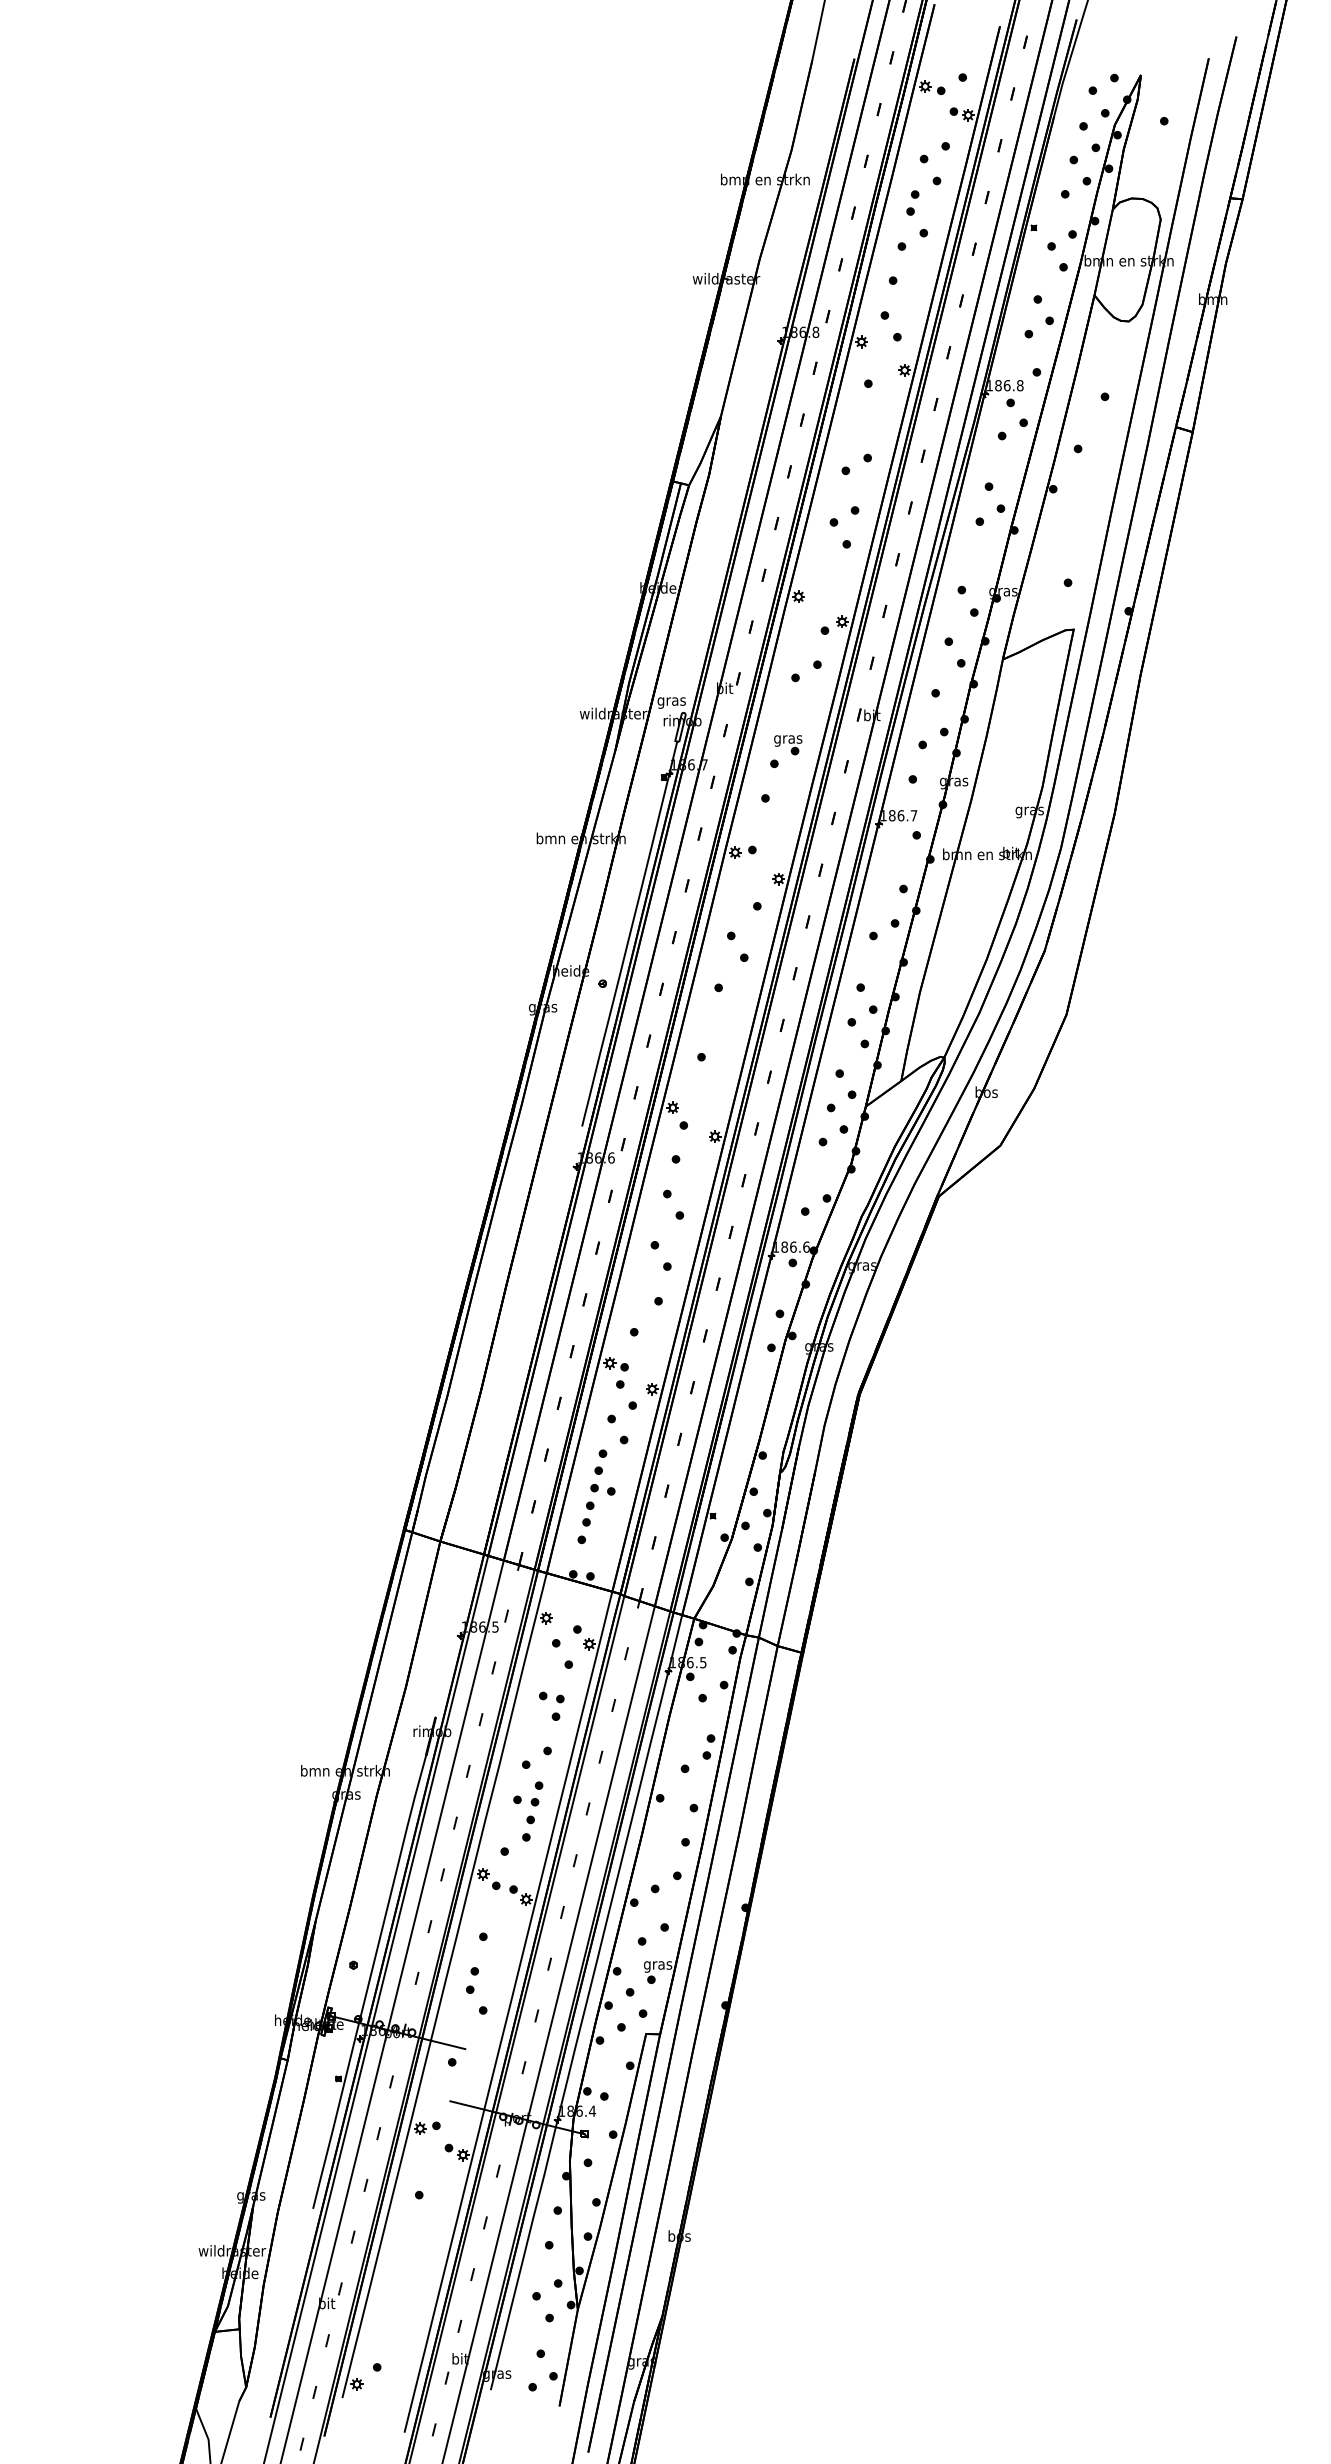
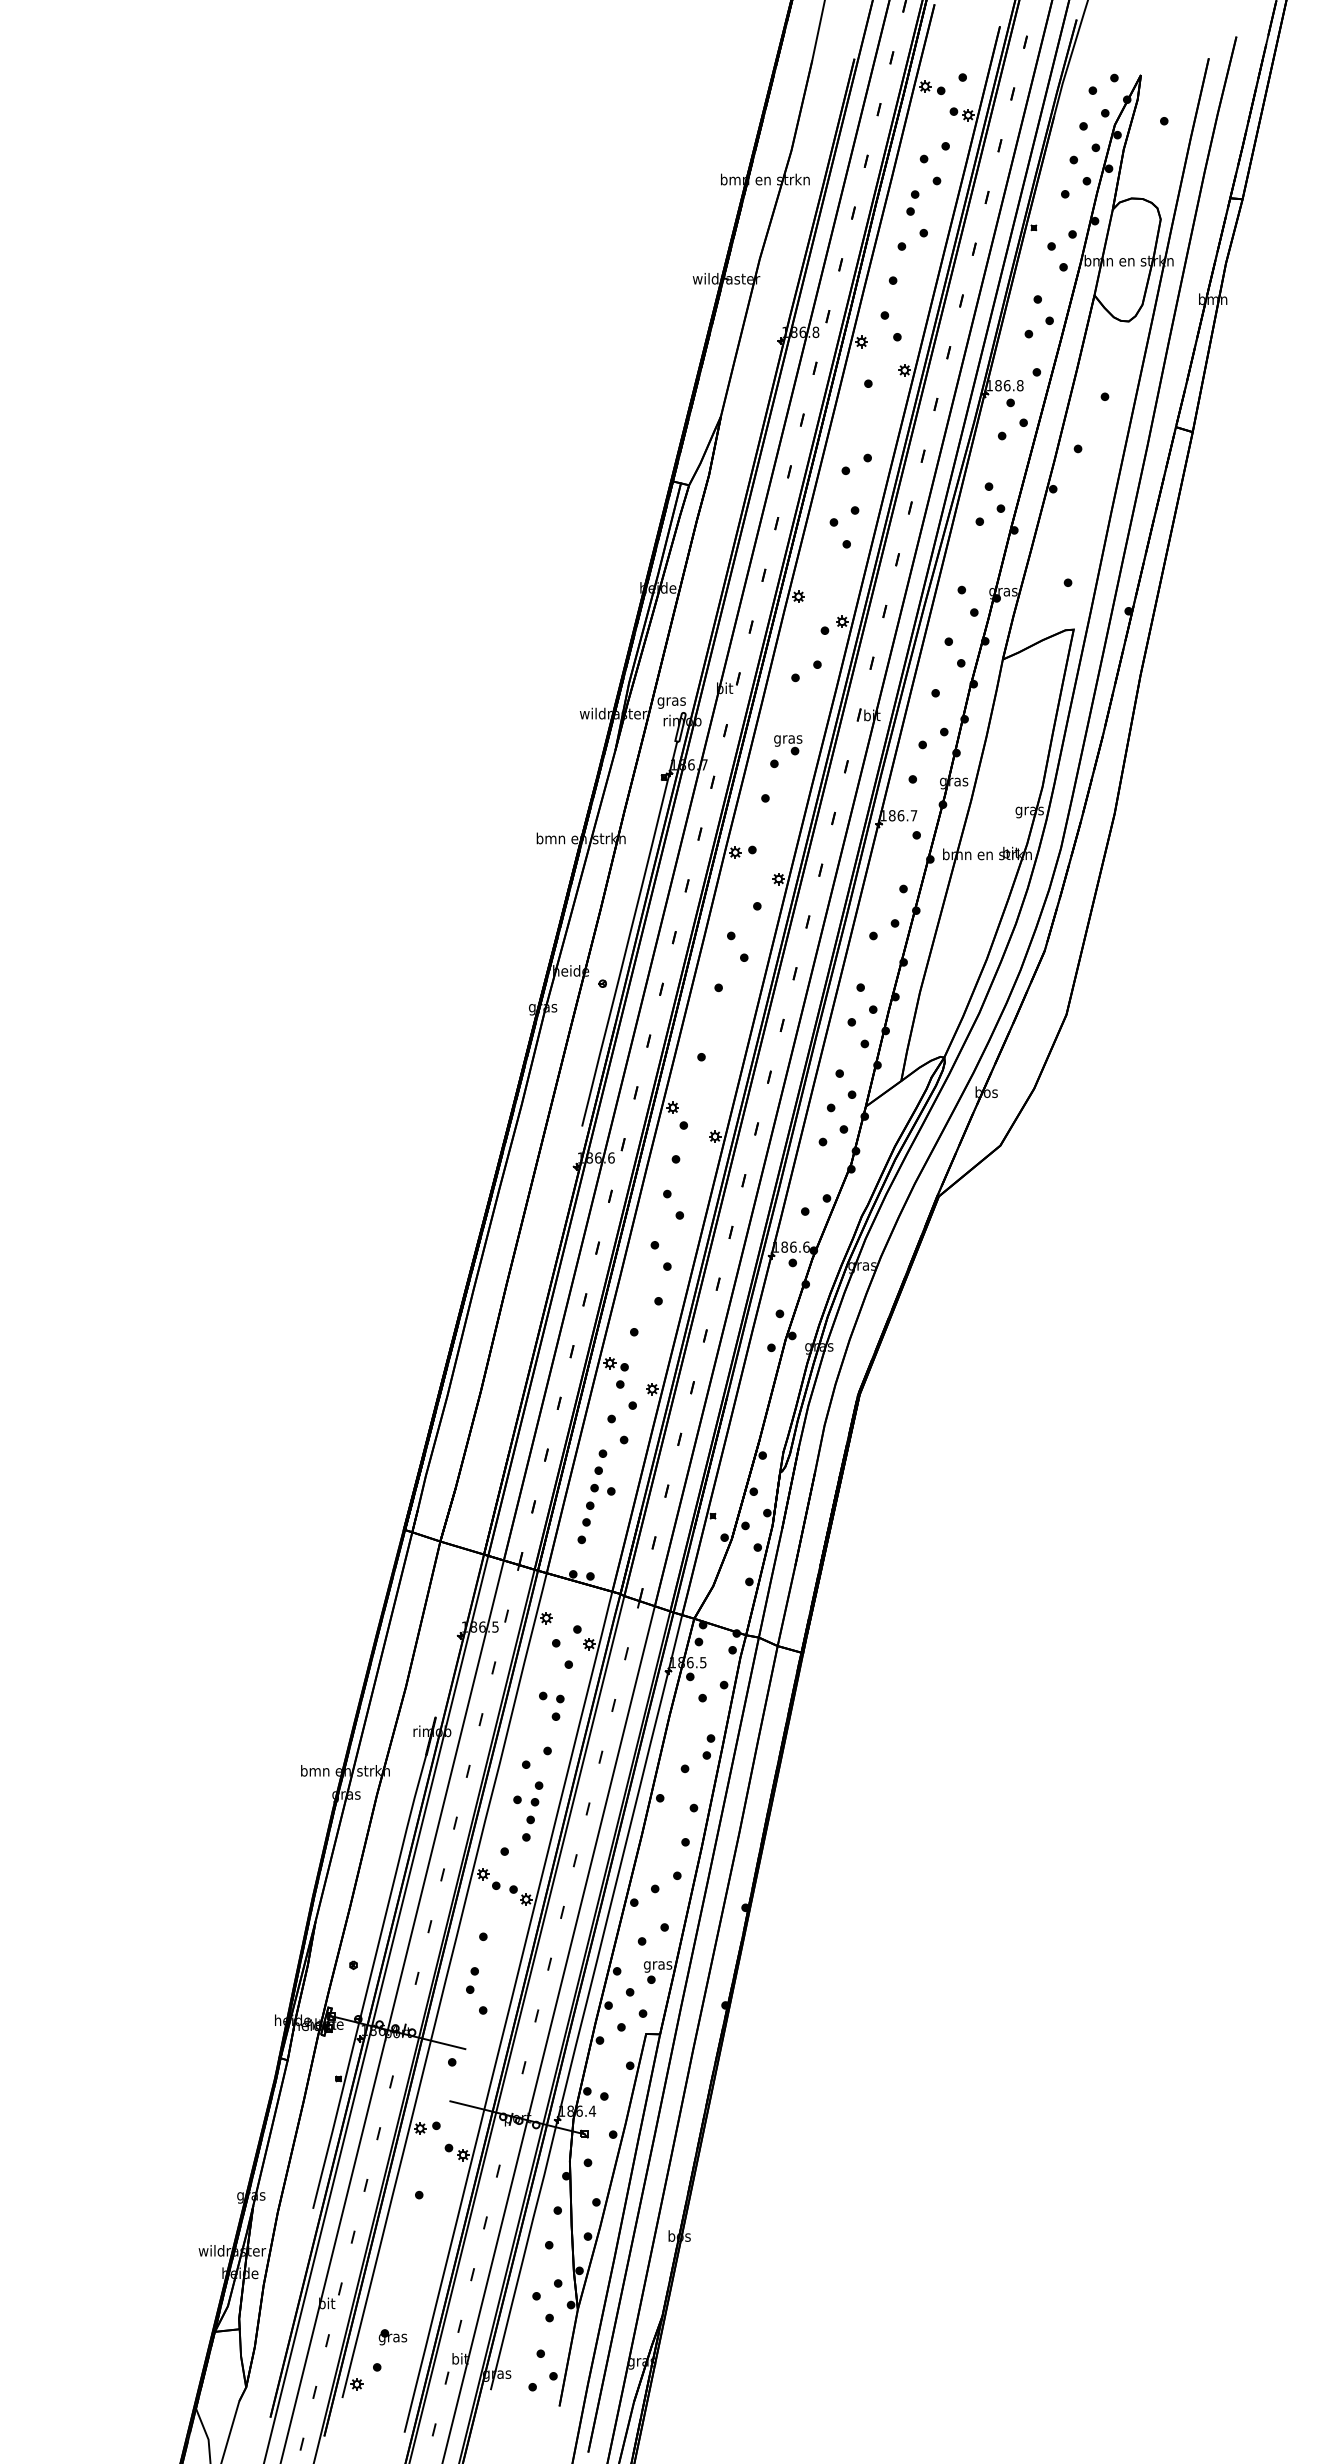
part at (392, 2337): none -> present
